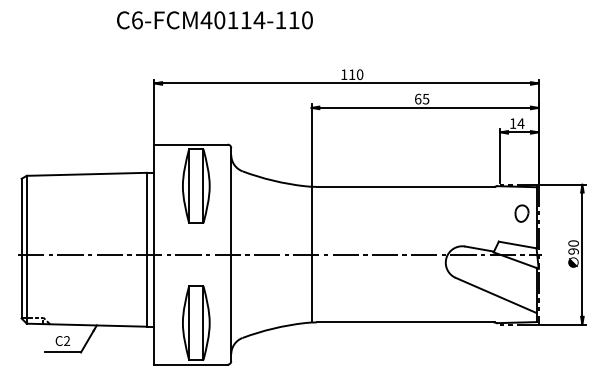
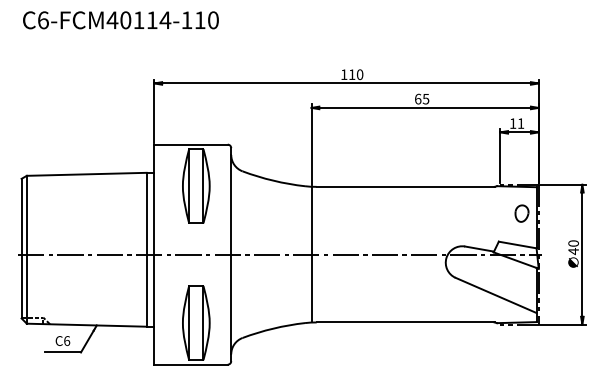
text at (214, 20) position: (214, 20) -> (120, 20)
text at (520, 123): 14 -> 11
text at (573, 251): 90 -> 40
text at (67, 341): C2 -> C6
